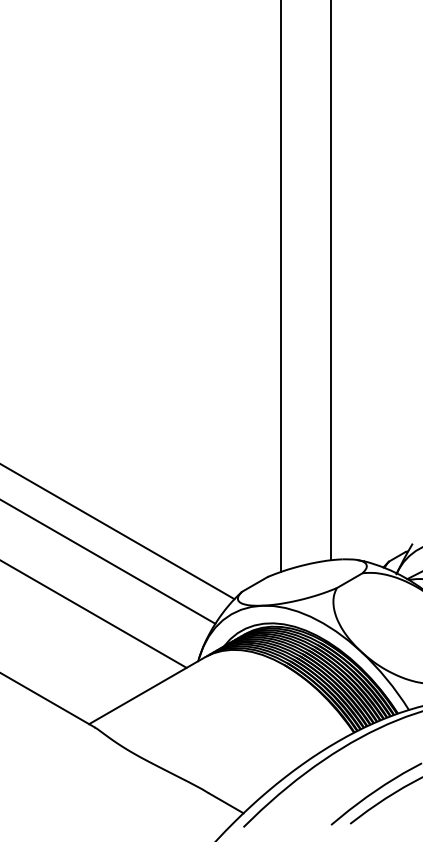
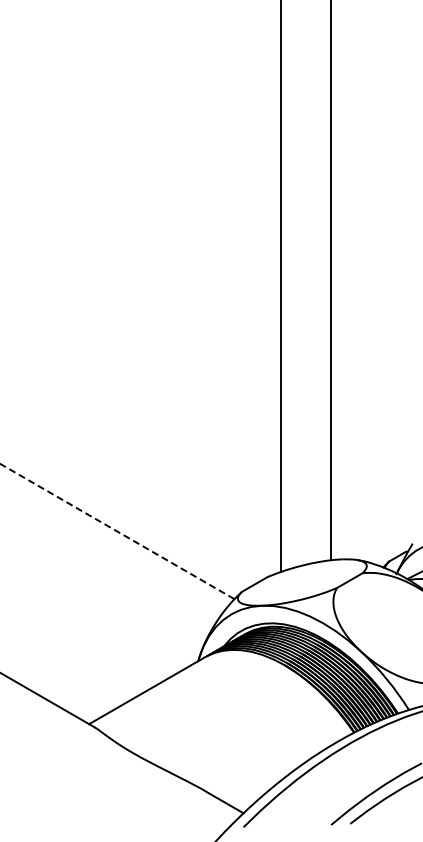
line at (117, 531): solid -> dashed
line at (108, 561): present -> none
line at (94, 614): present -> none
